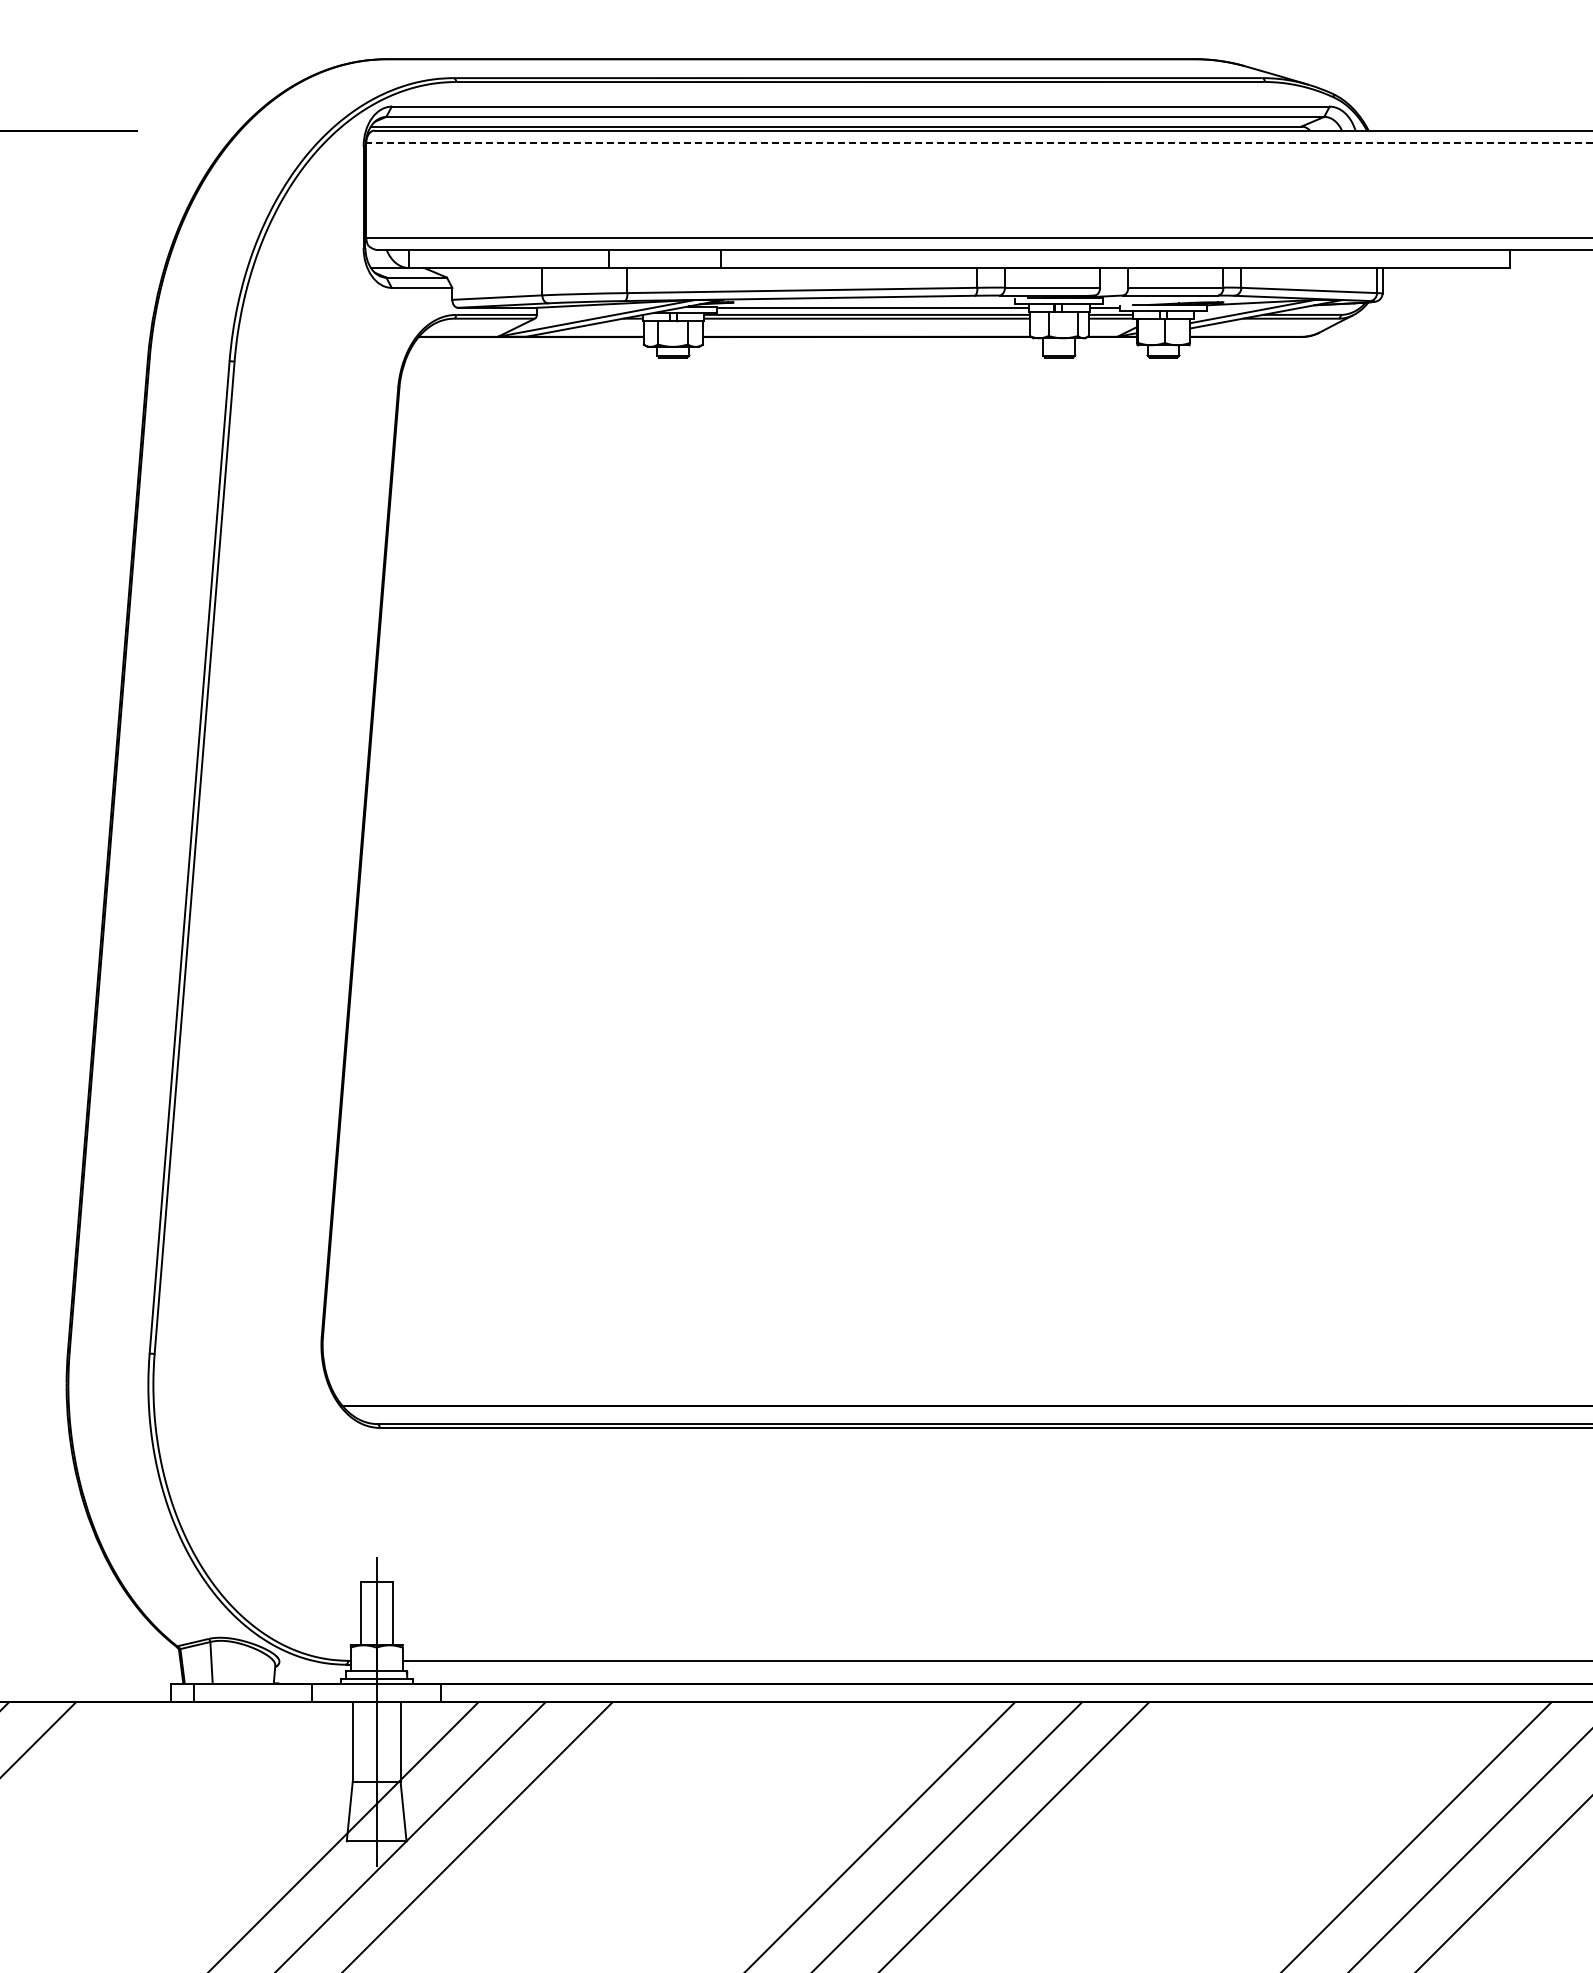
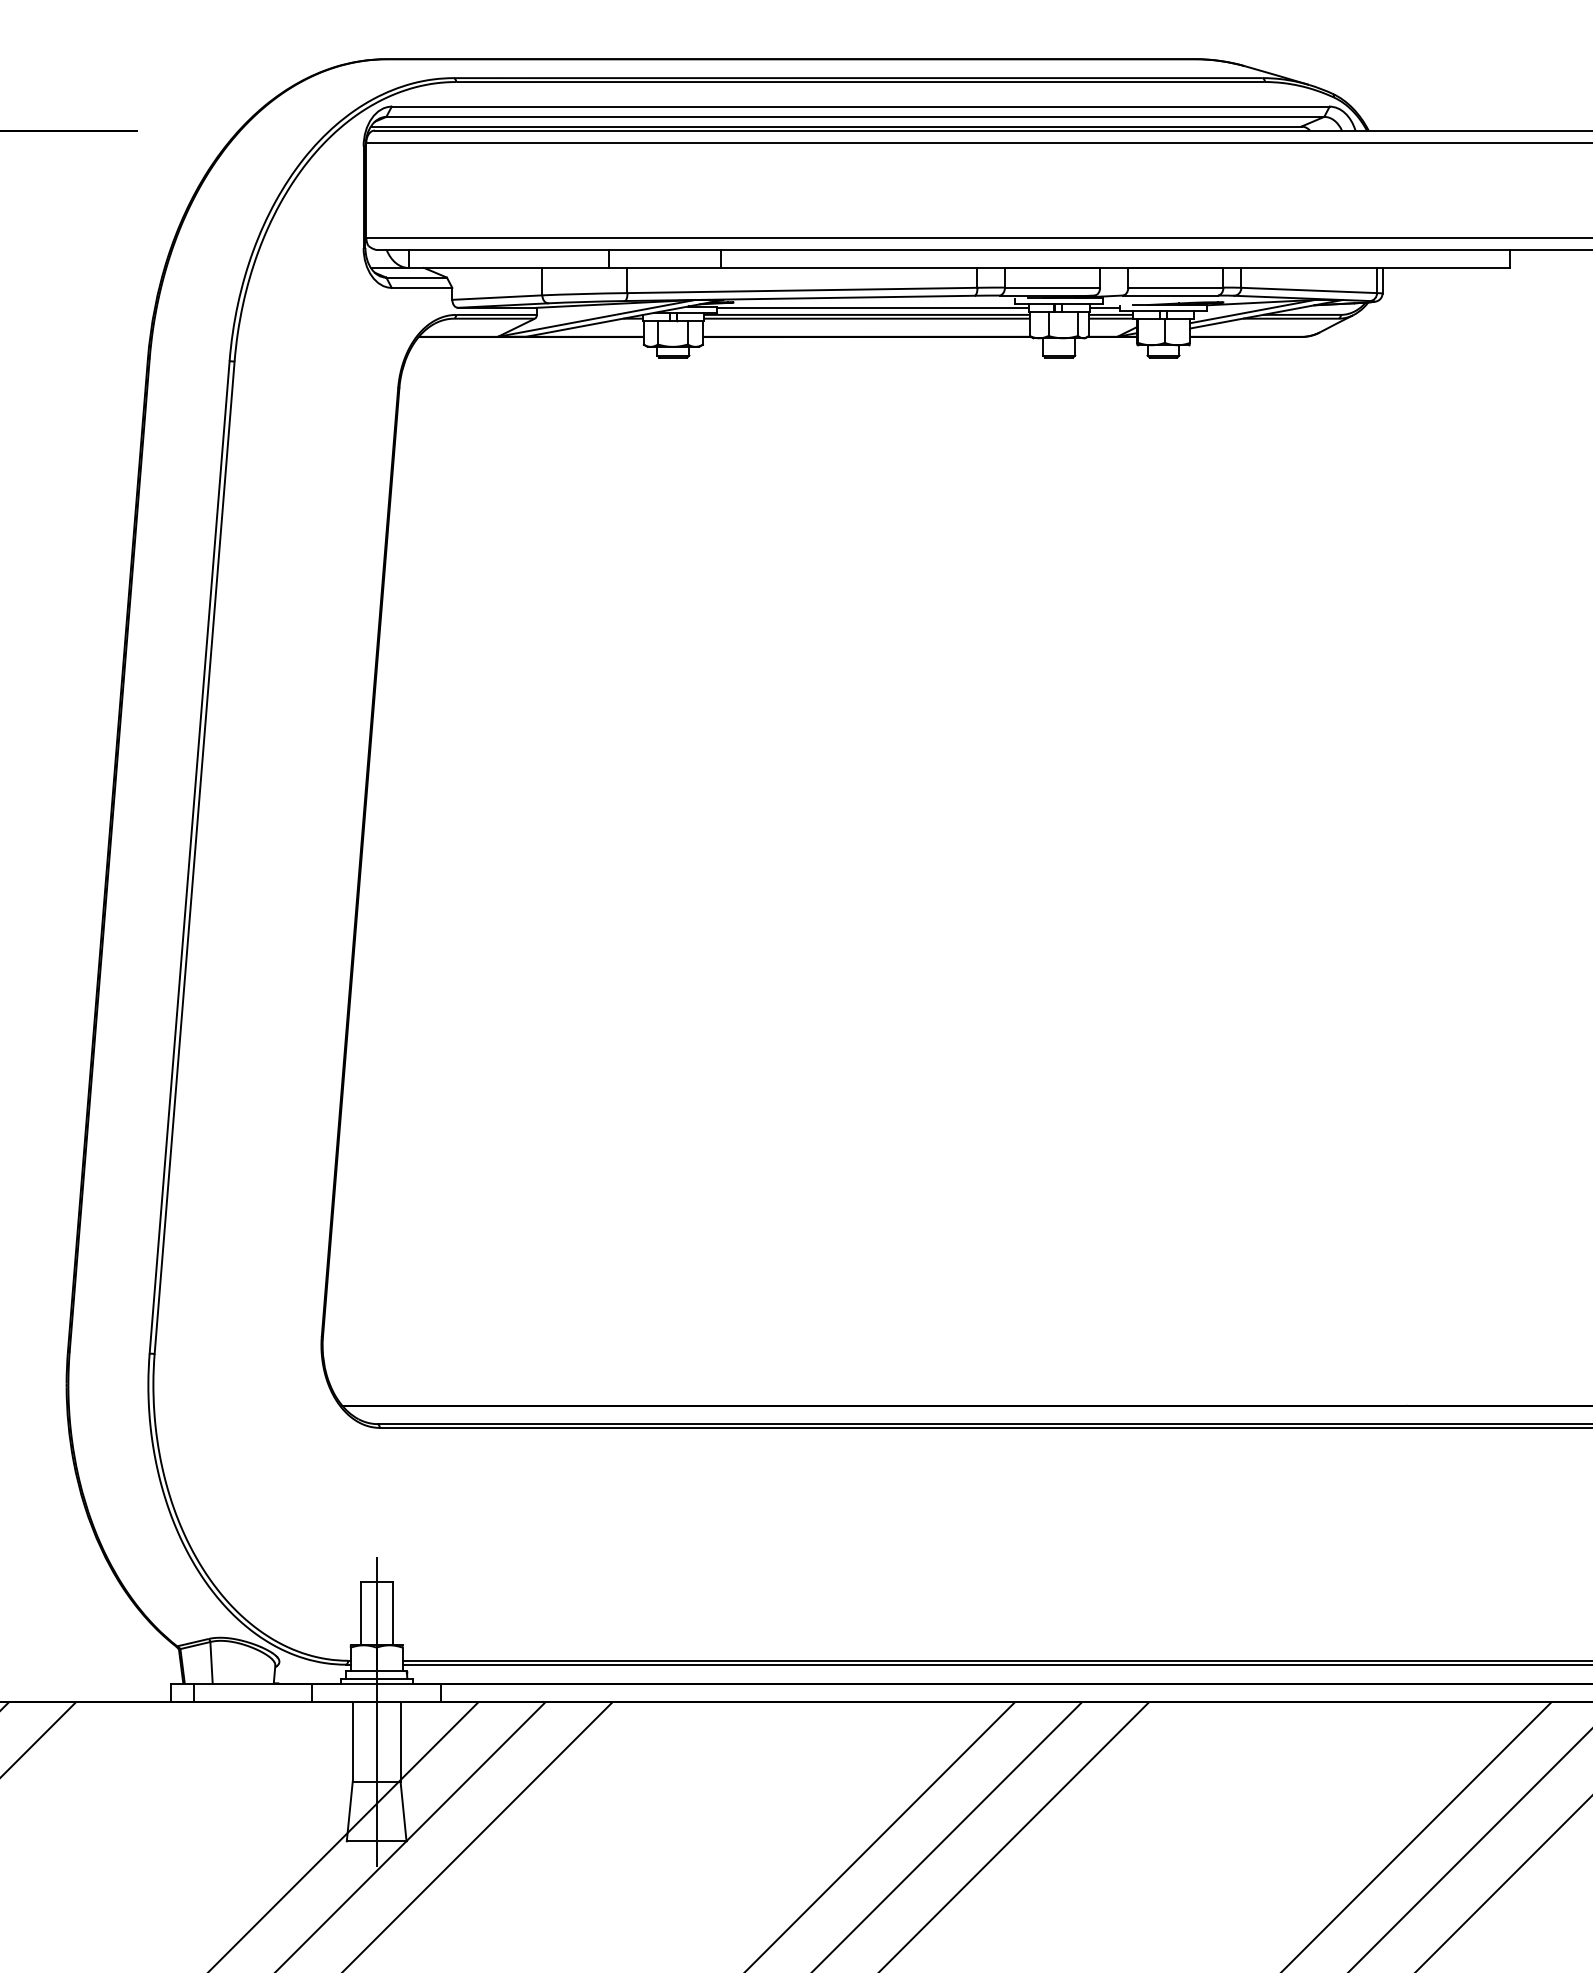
line at (979, 142): dashed -> solid
line at (995, 1664): none -> present
